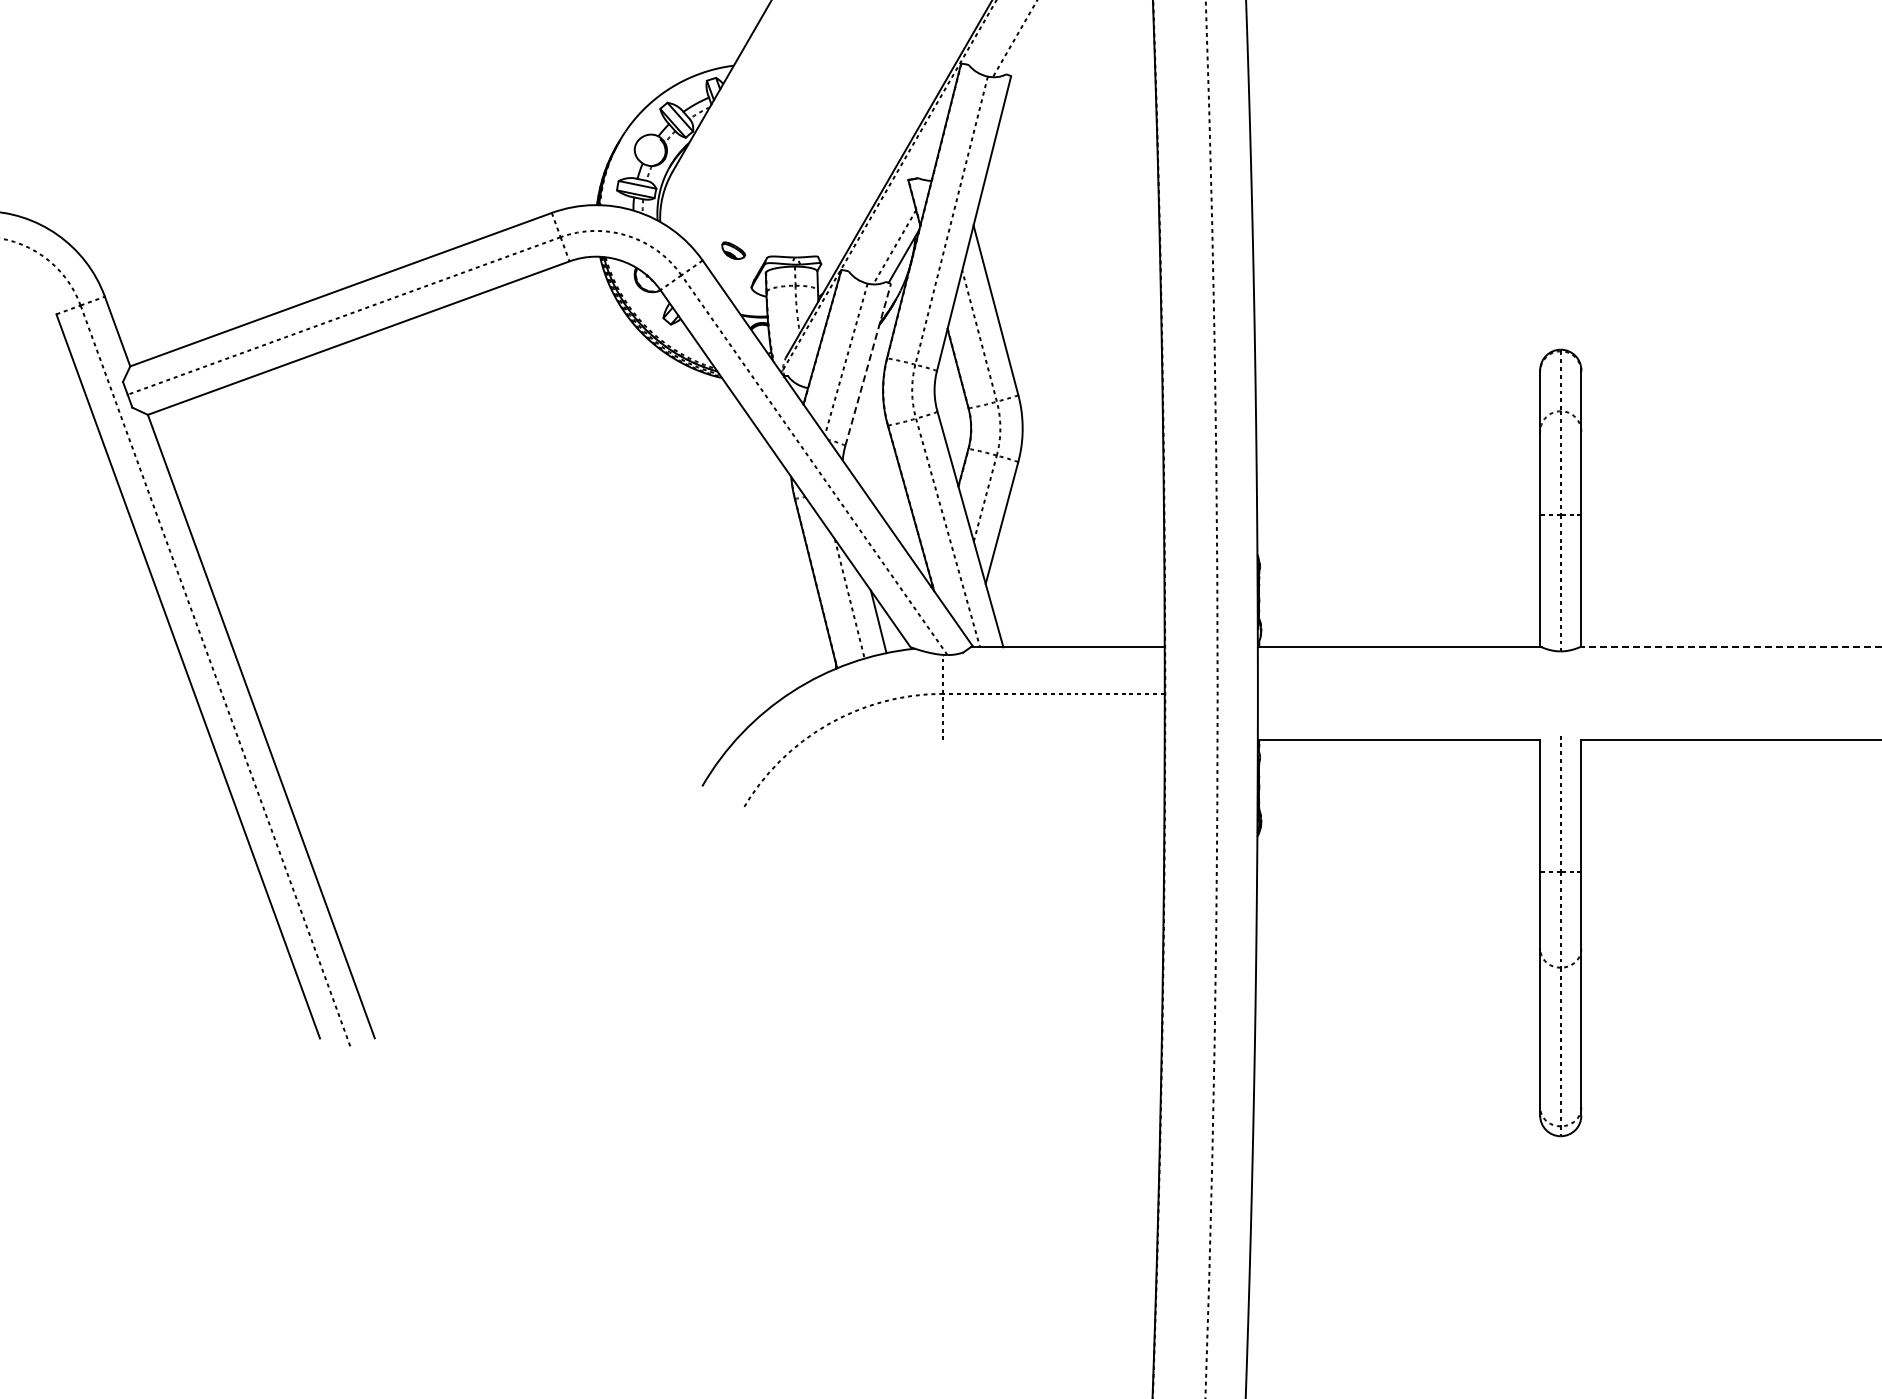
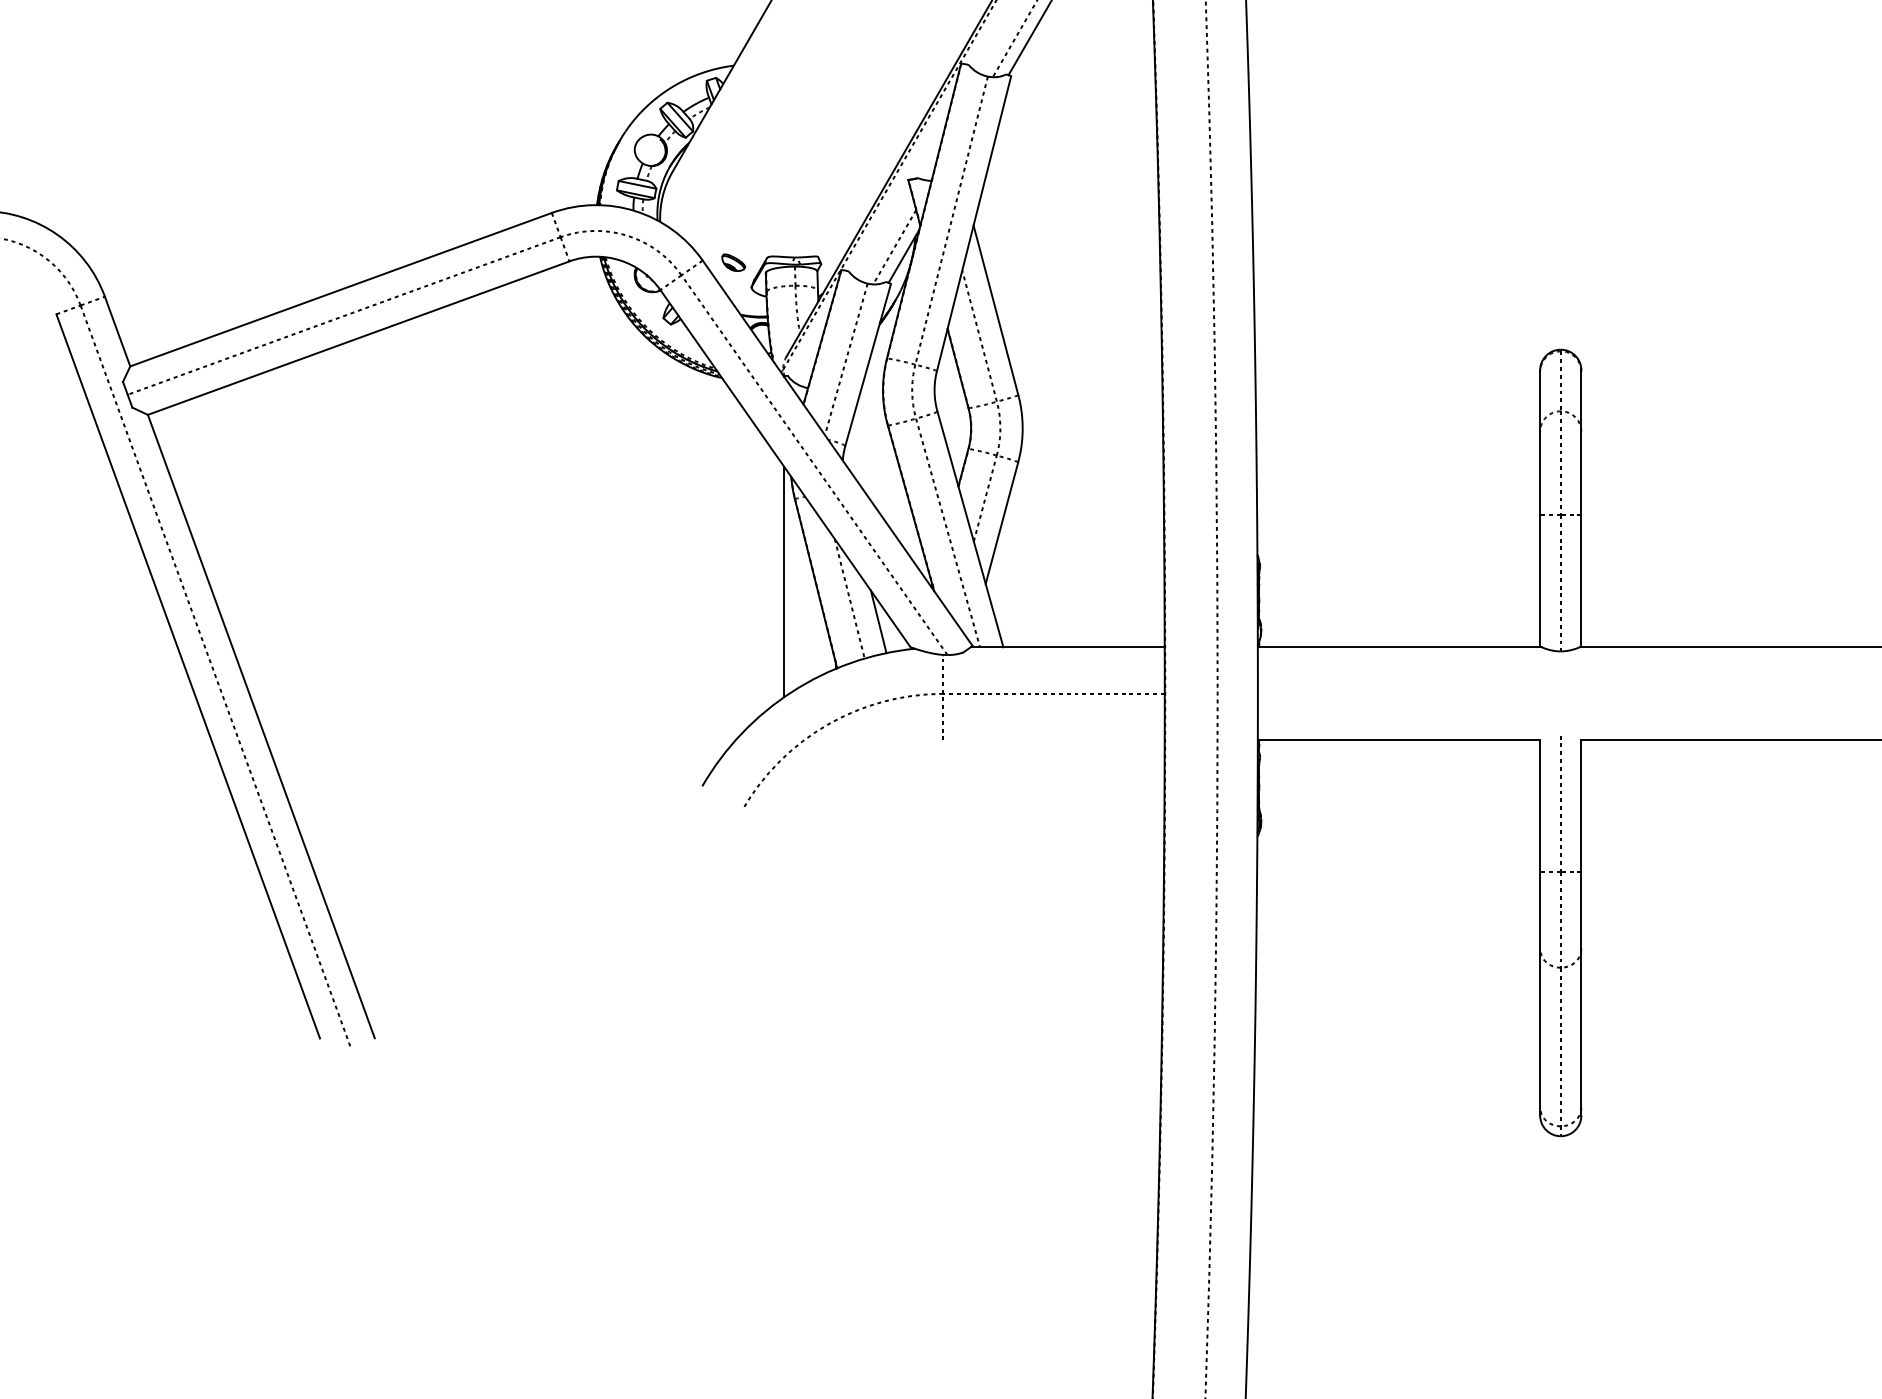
line at (1029, 38): none -> present
part at (733, 250) position: (733, 250) -> (733, 262)
line at (868, 364): dashed -> solid
line at (784, 581): none -> present
line at (1730, 647): dashed -> solid
